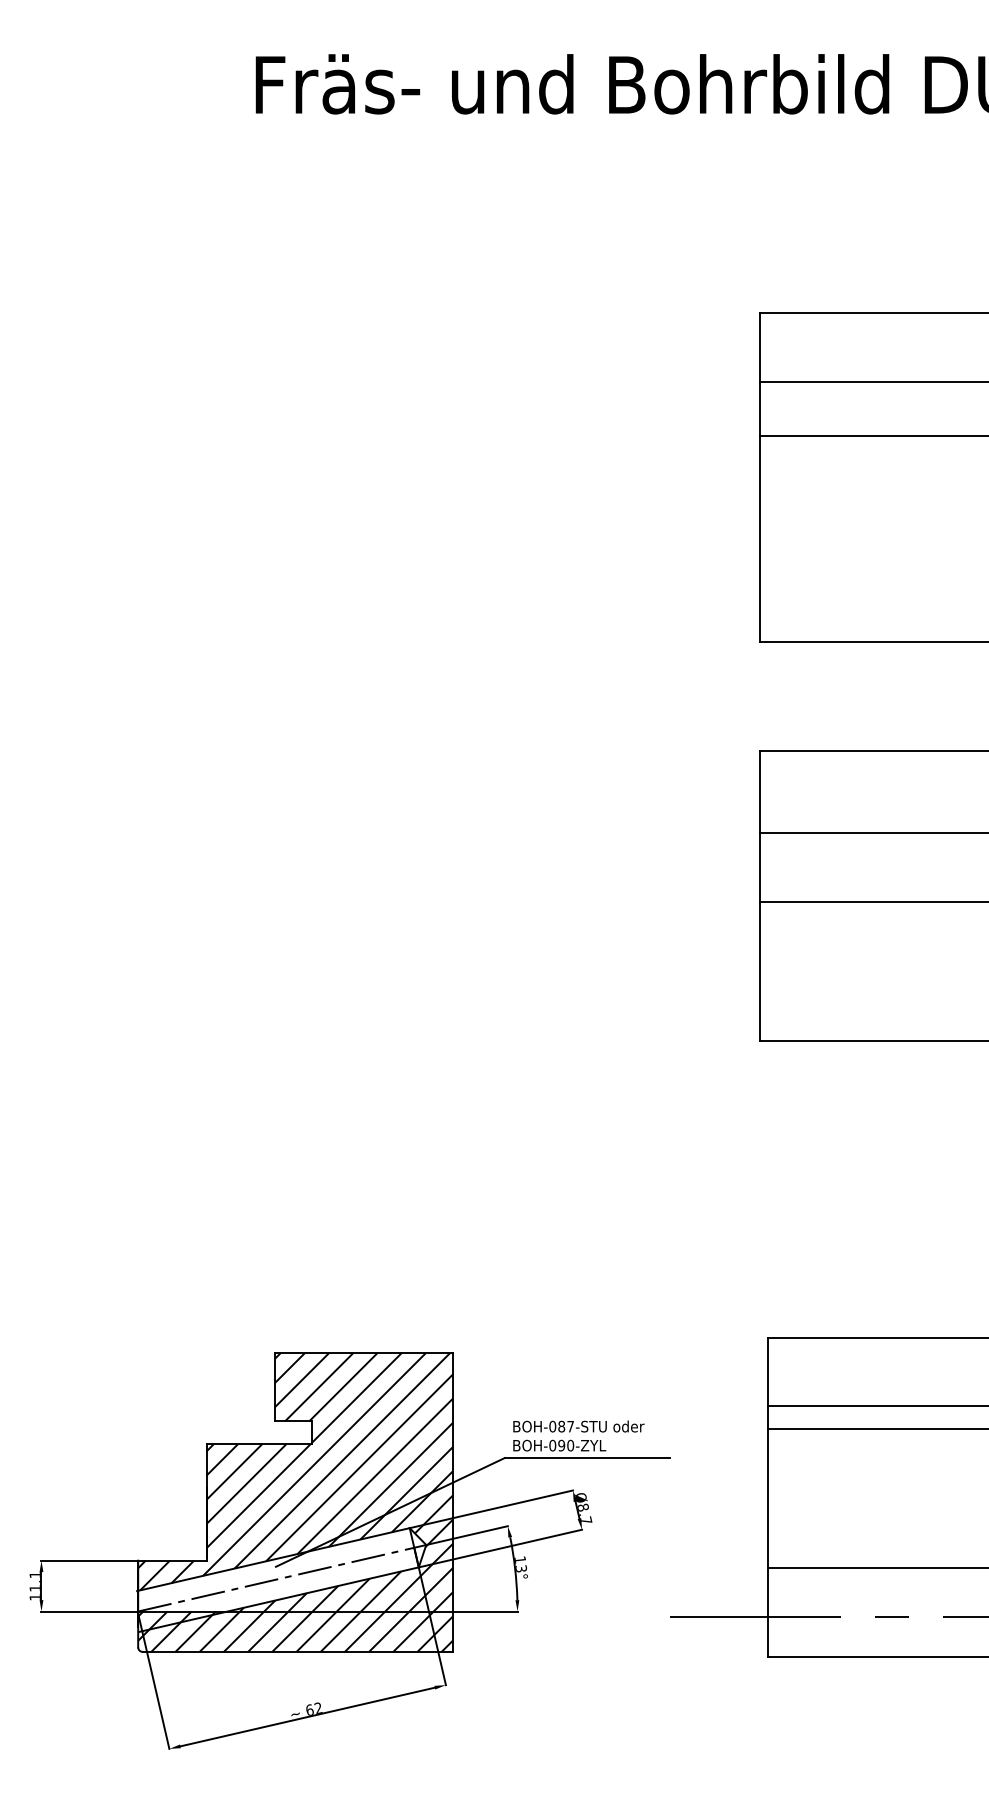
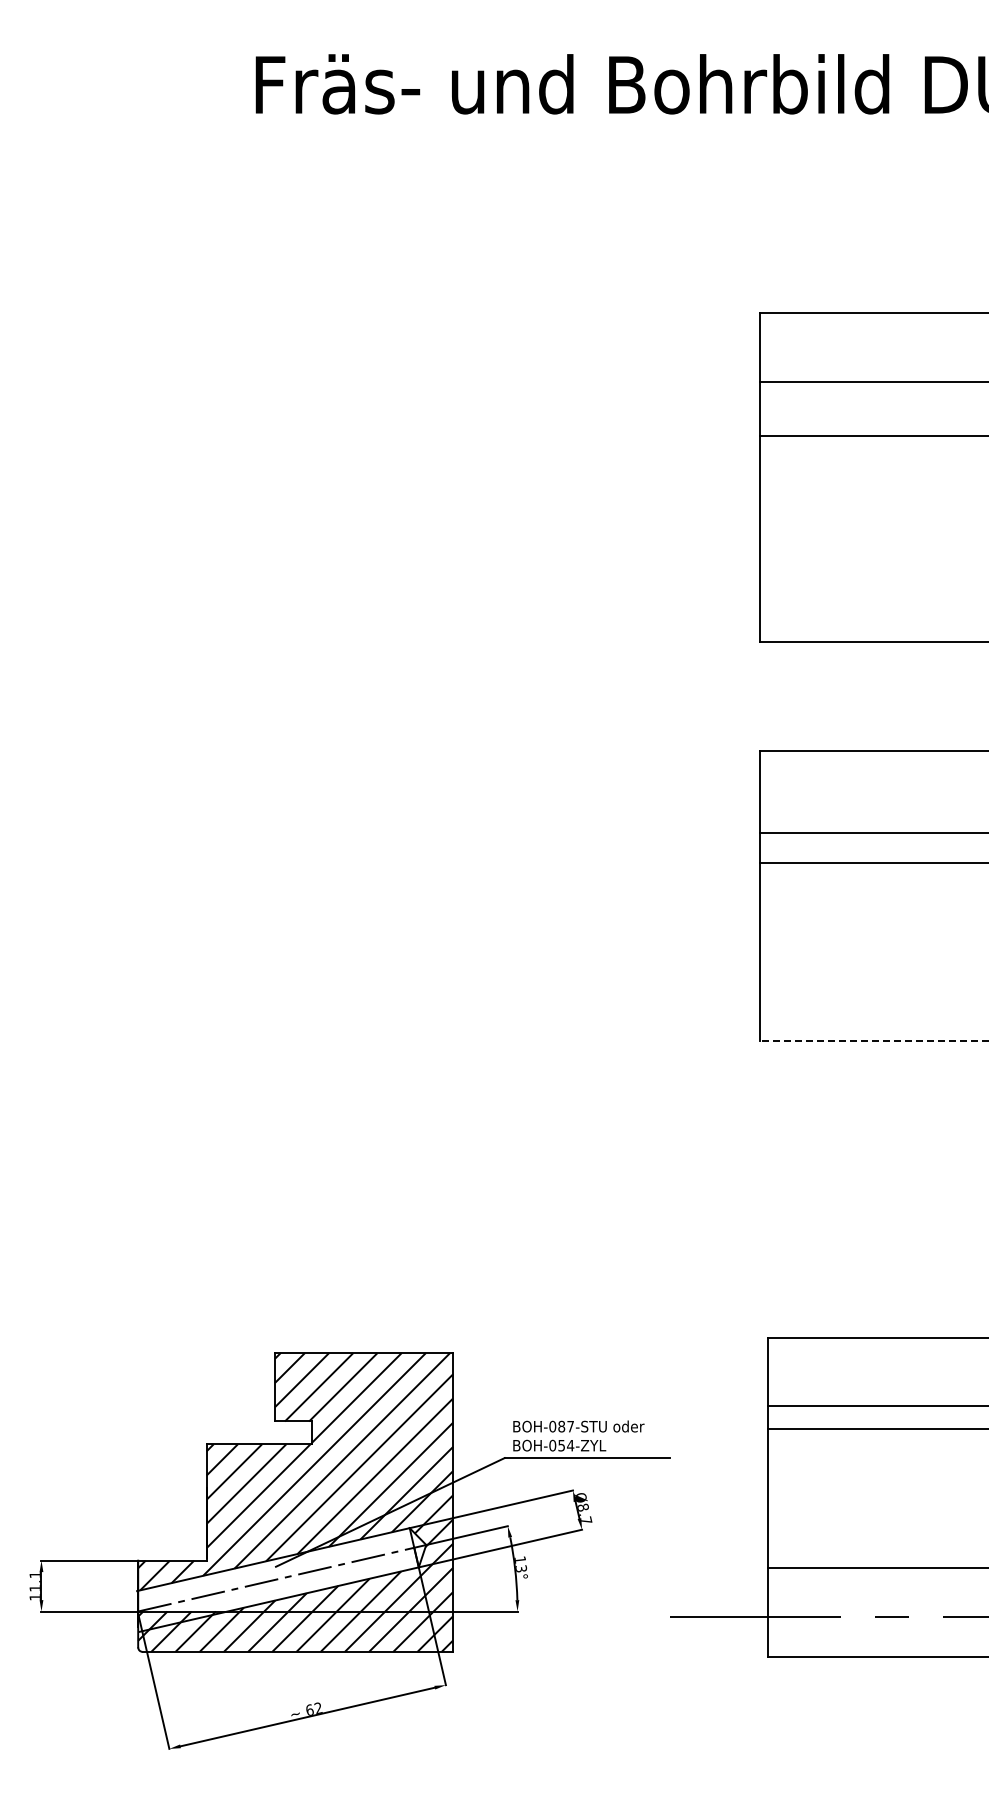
line at (872, 901) position: (872, 901) -> (872, 862)
line at (873, 1040): solid -> dashed
text at (566, 1445): BOH-090-ZYL -> BOH-054-ZYL
